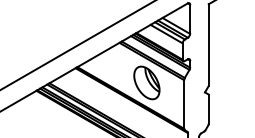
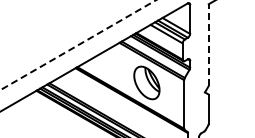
line at (78, 45): solid -> dashed
line at (208, 45): solid -> dashed
